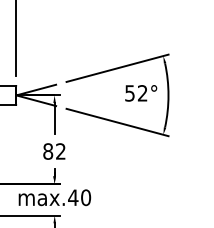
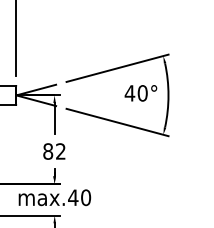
text at (135, 93): 52° -> 40°
